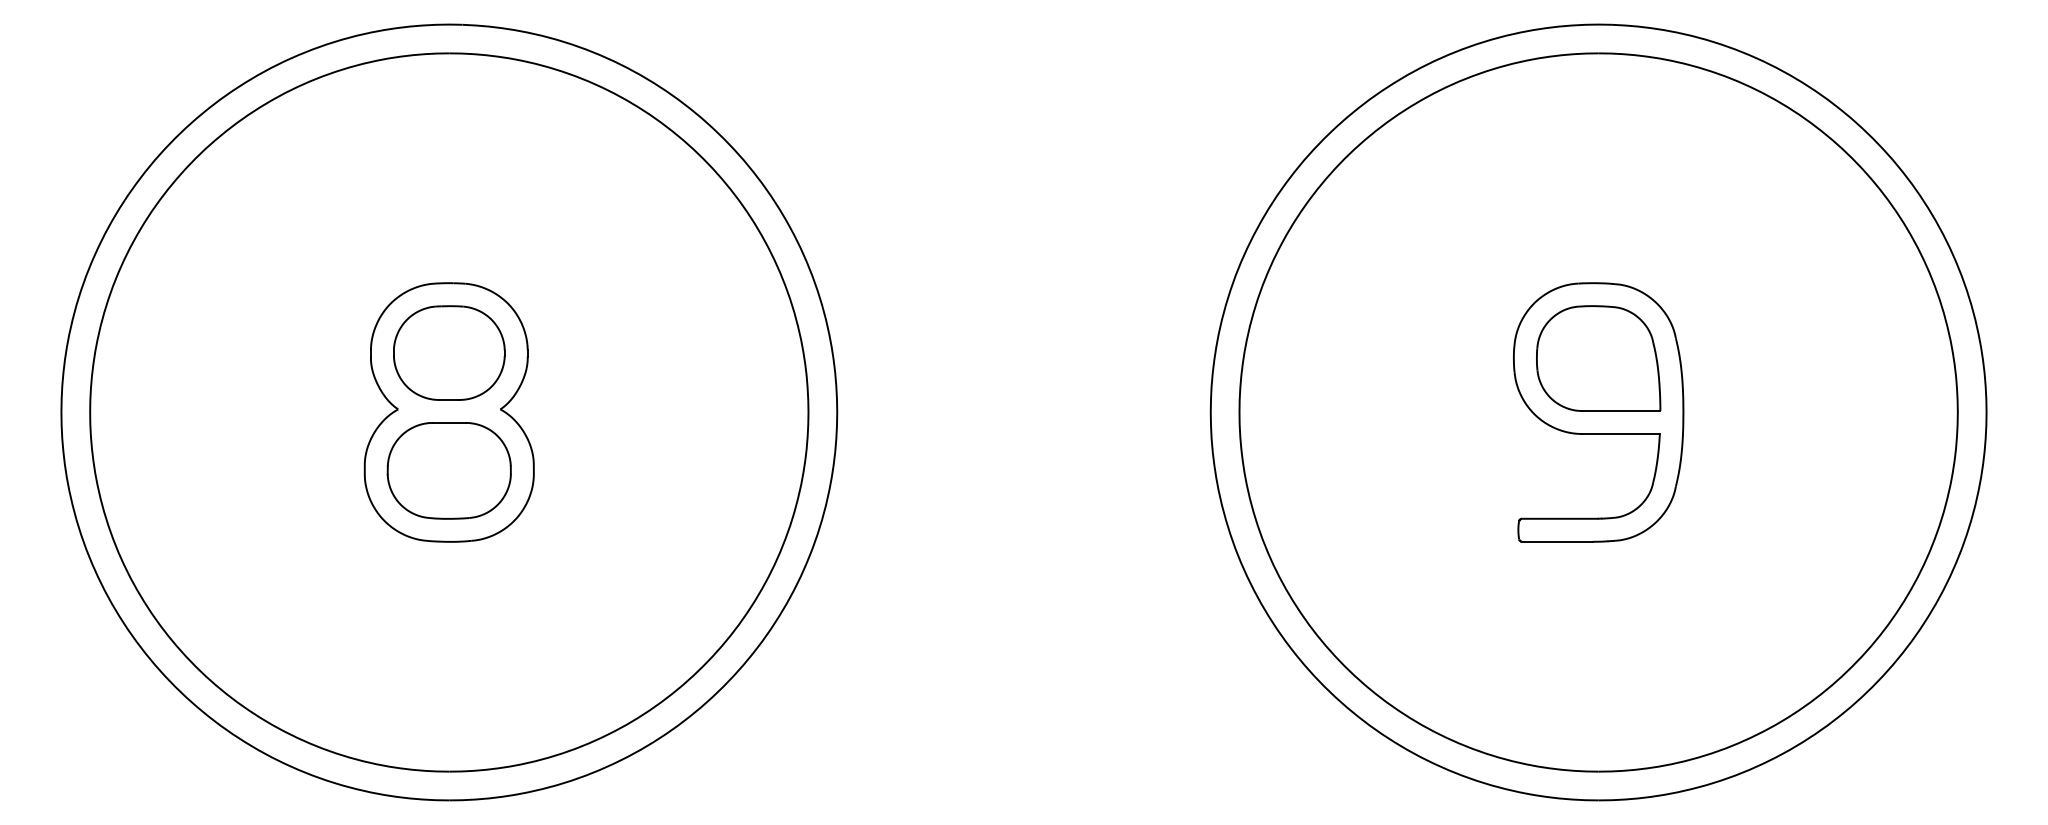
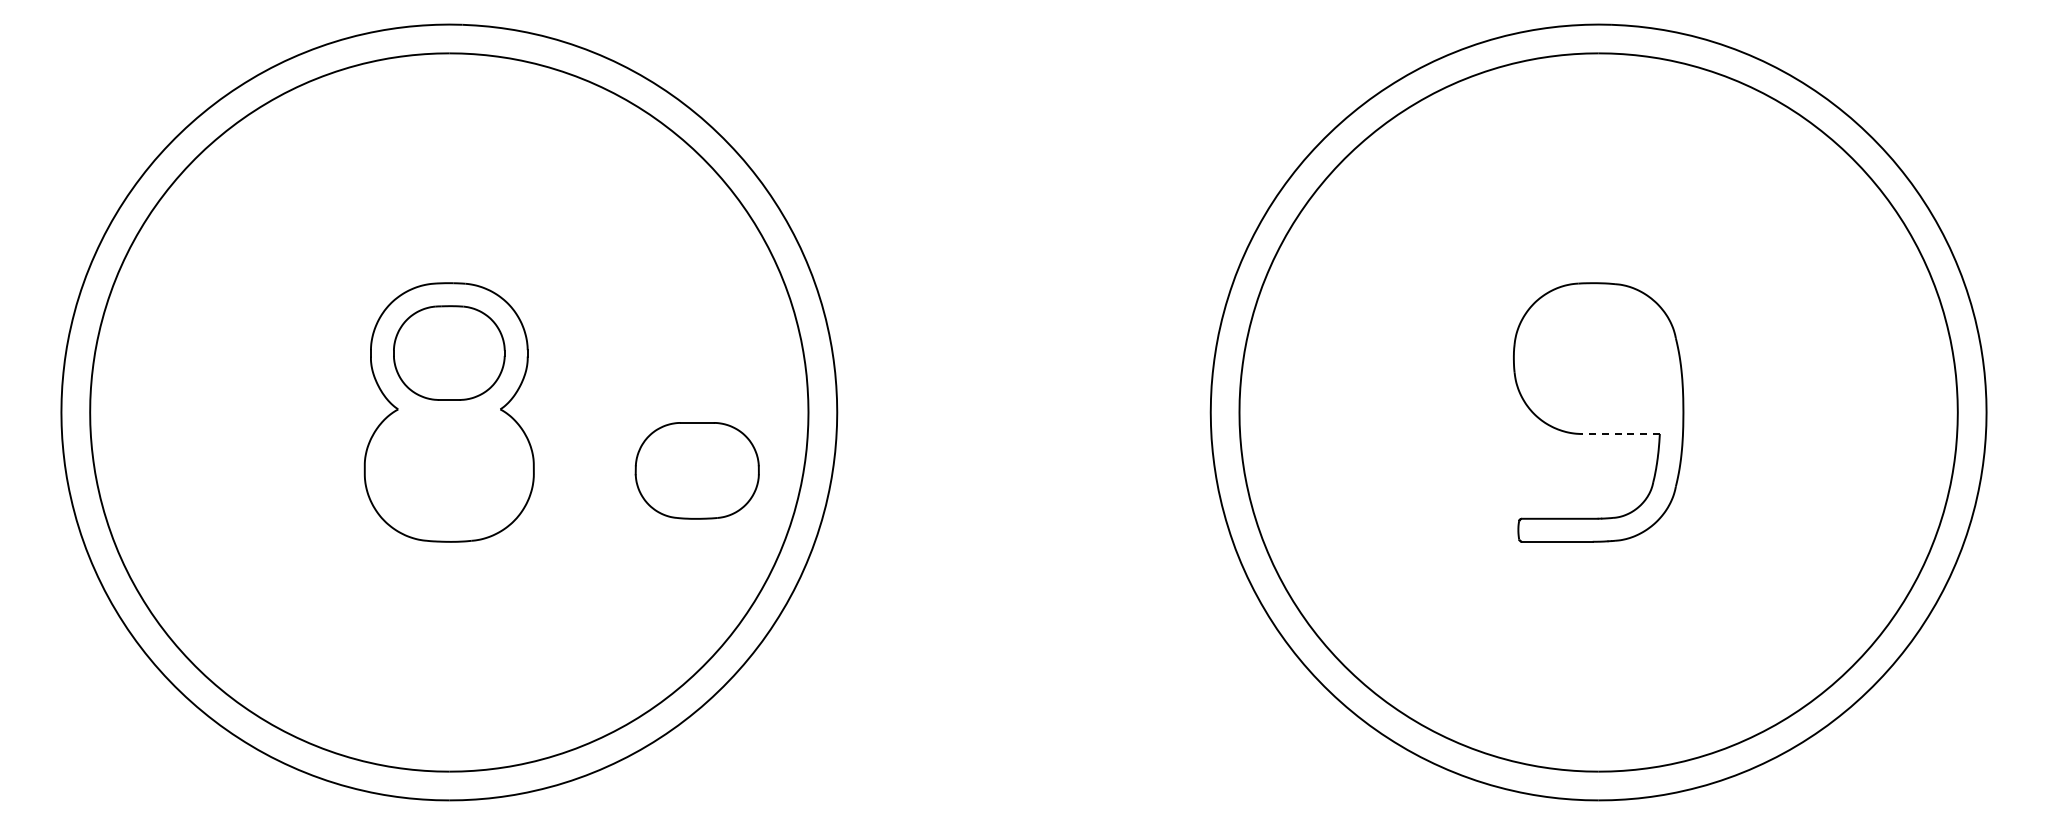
part at (1598, 358): present -> none
line at (1621, 433): solid -> dashed
part at (448, 470) position: (448, 470) -> (696, 470)
